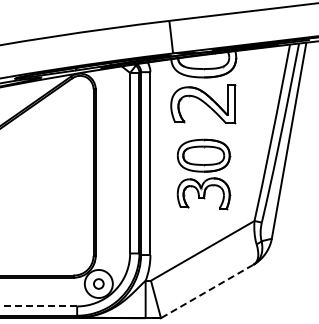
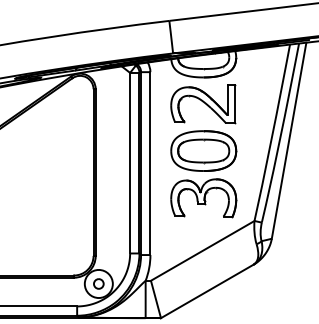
part at (203, 174) size: 56x73 px -> 68x89 px
line at (206, 291): dashed -> solid
line at (38, 306): dashed -> solid
